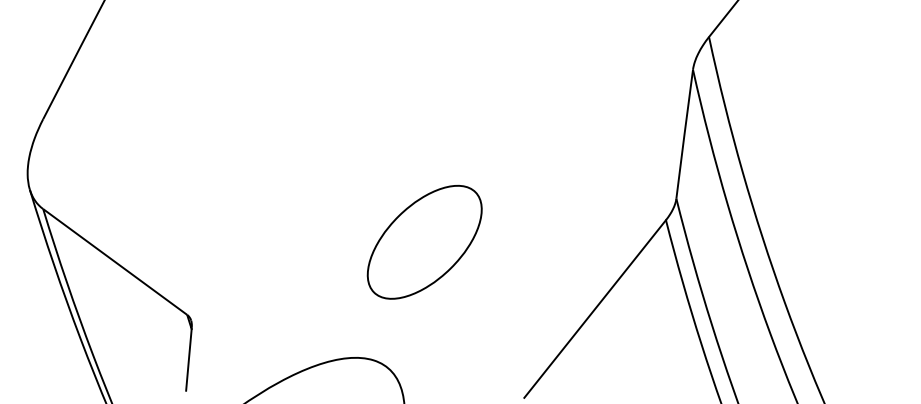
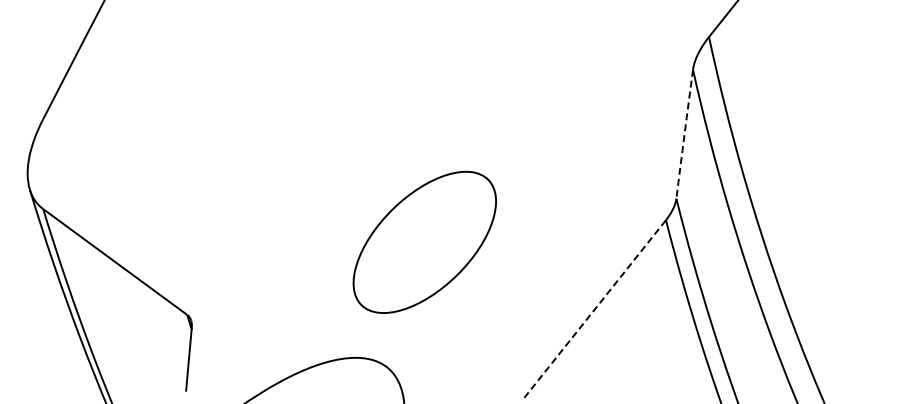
arc at (684, 134): solid -> dashed
part at (424, 241) size: 117x116 px -> 145x144 px
line at (595, 309): solid -> dashed
